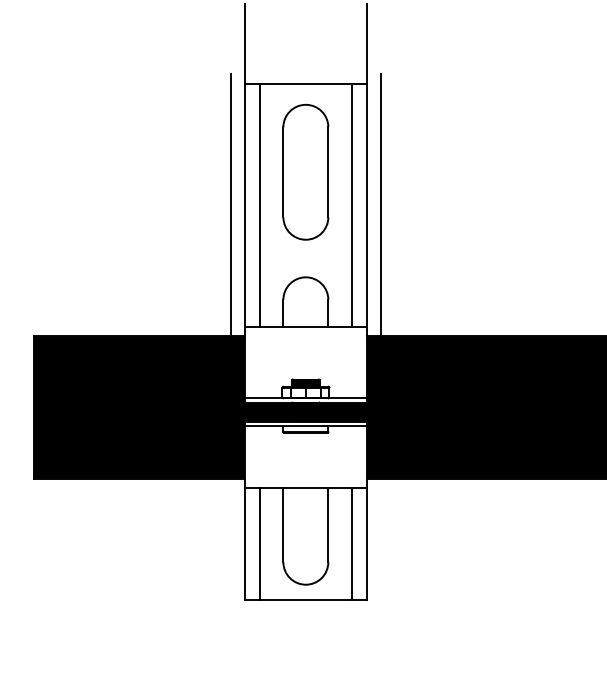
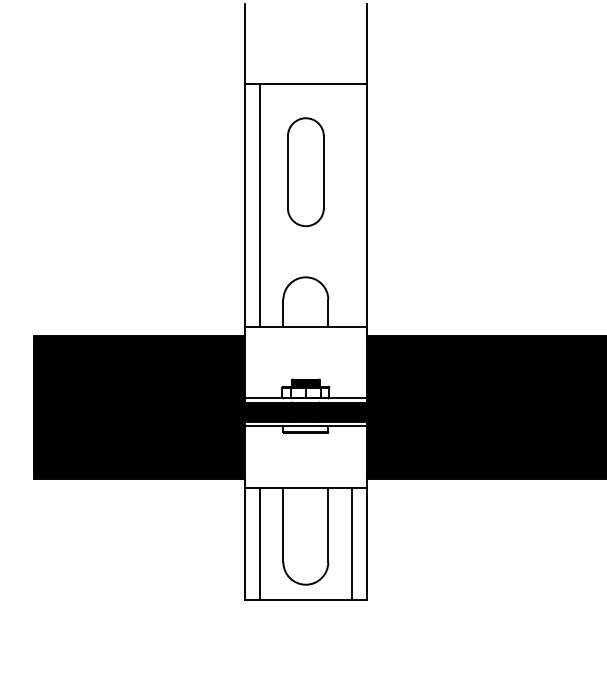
part at (305, 171) size: 48x138 px -> 38x111 px
line at (351, 204): present -> none
line at (230, 205): present -> none
line at (380, 205): present -> none
